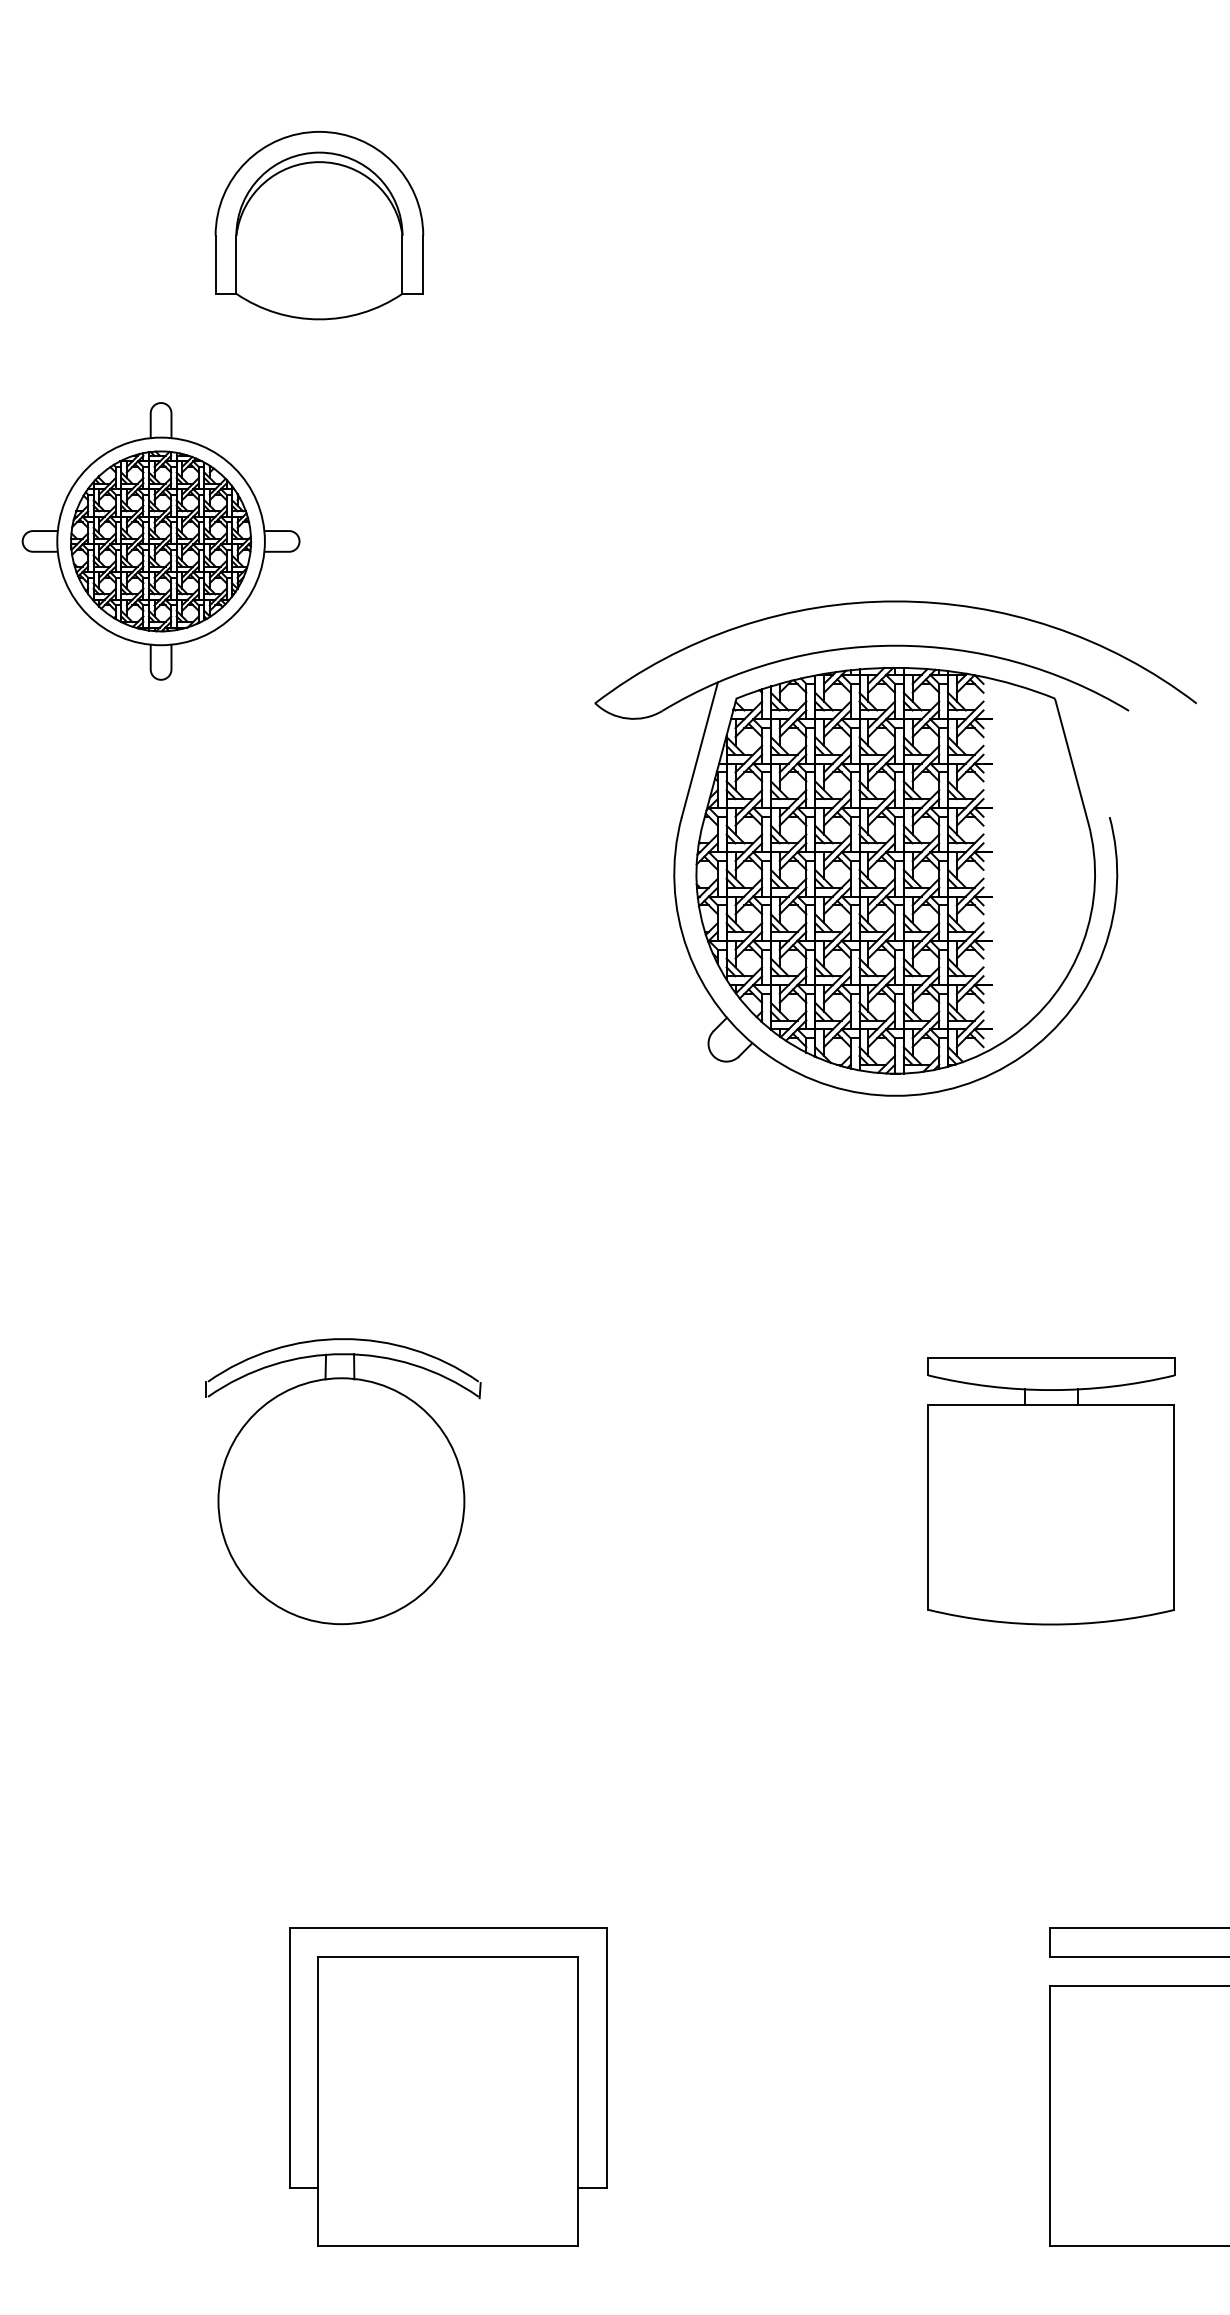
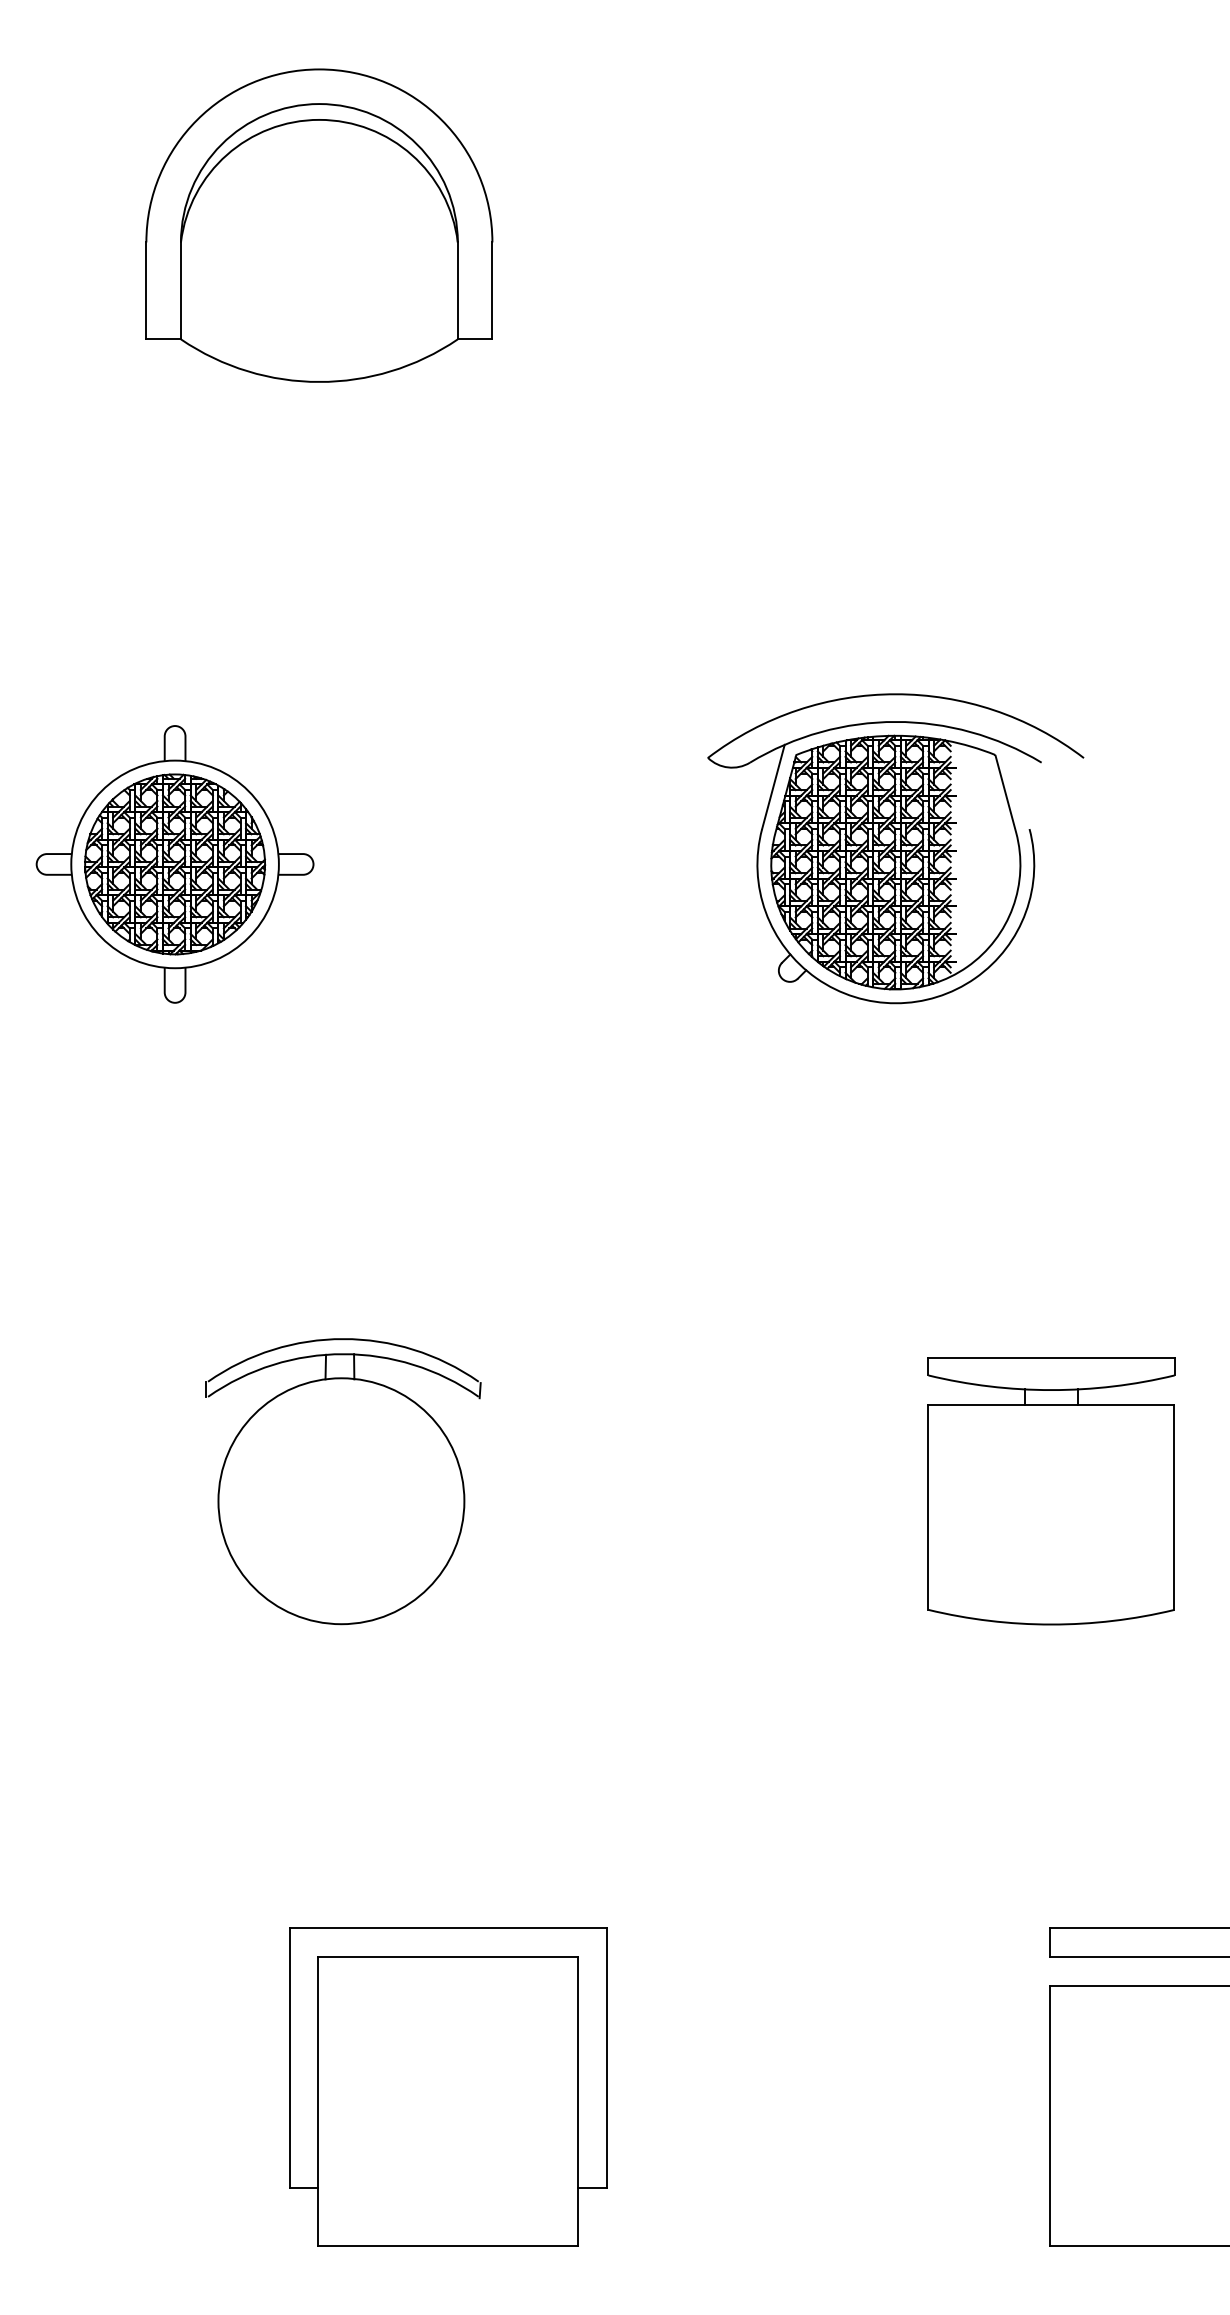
part at (319, 225) size: 211x190 px -> 349x315 px
part at (160, 541) position: (160, 541) -> (174, 864)
part at (895, 848) size: 603x497 px -> 378x312 px
